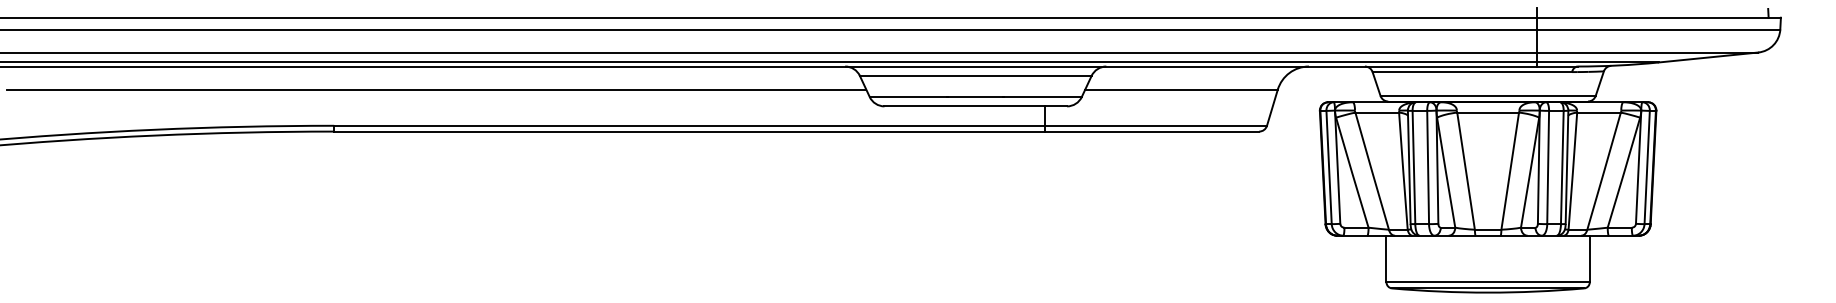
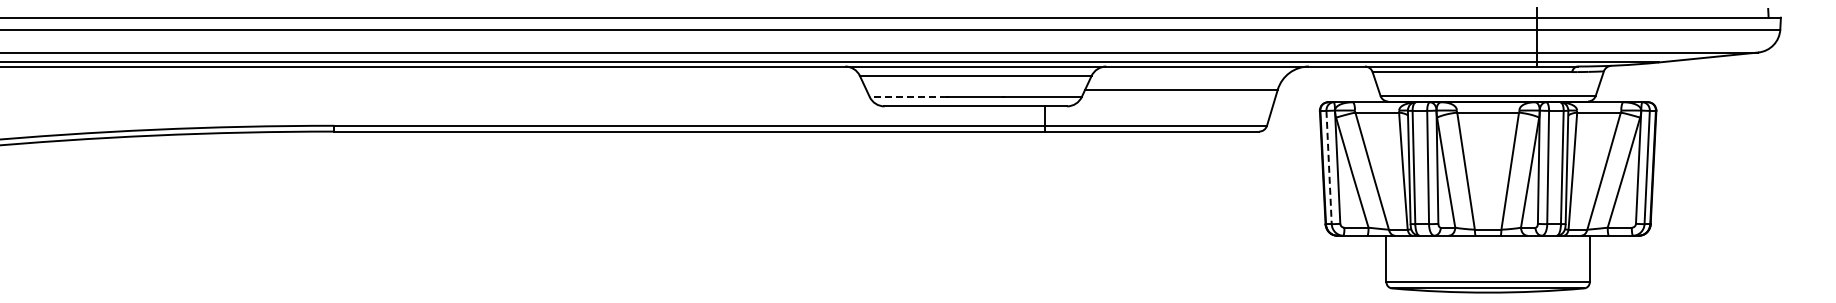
line at (436, 89): present -> none
line at (908, 96): solid -> dashed
line at (1329, 167): solid -> dashed
